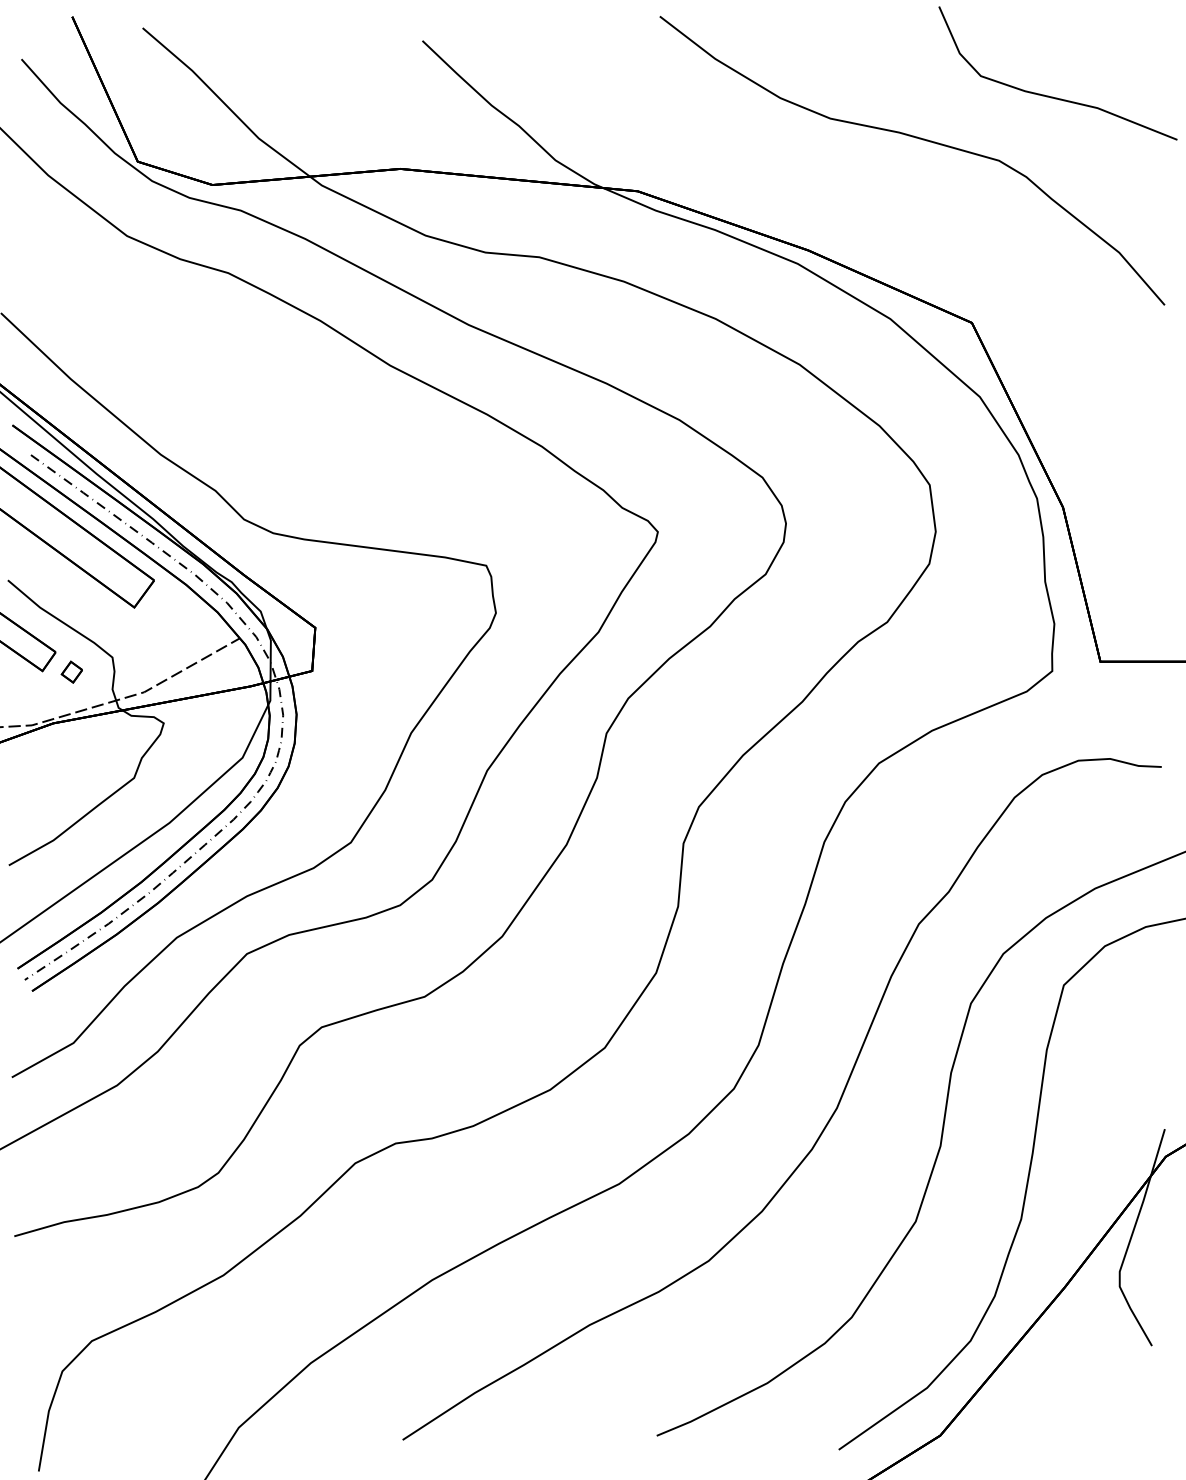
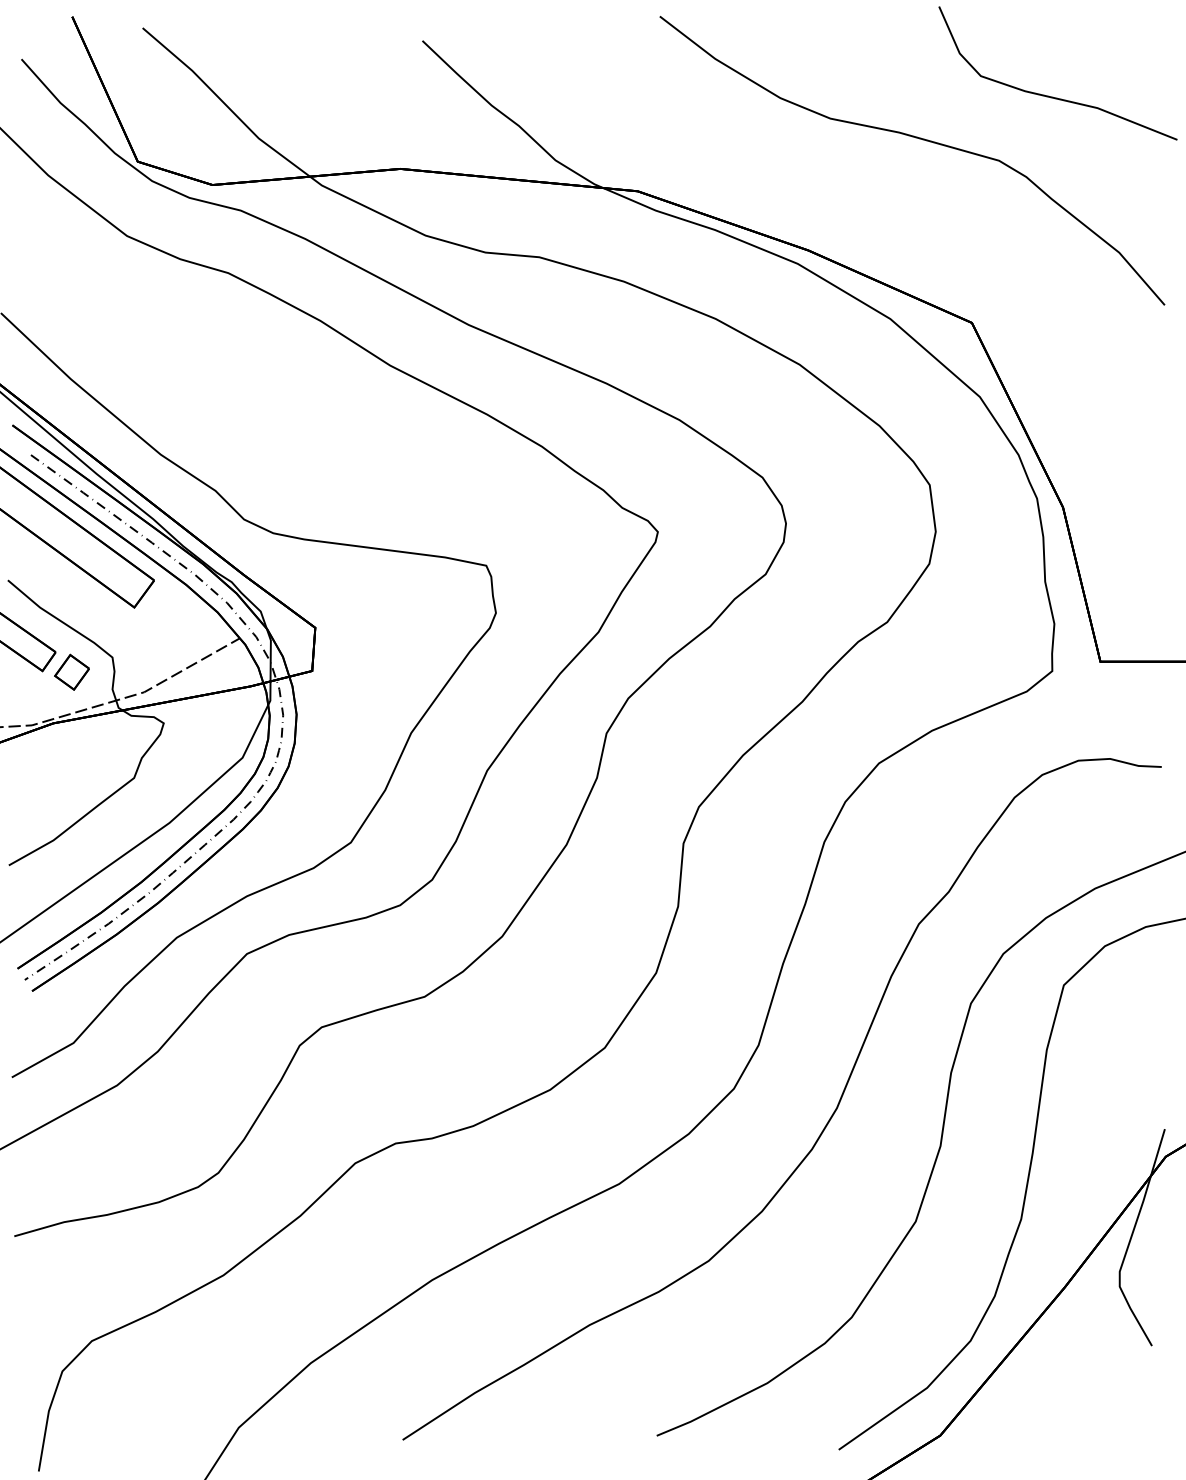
part at (71, 671) size: 23x24 px -> 36x38 px
